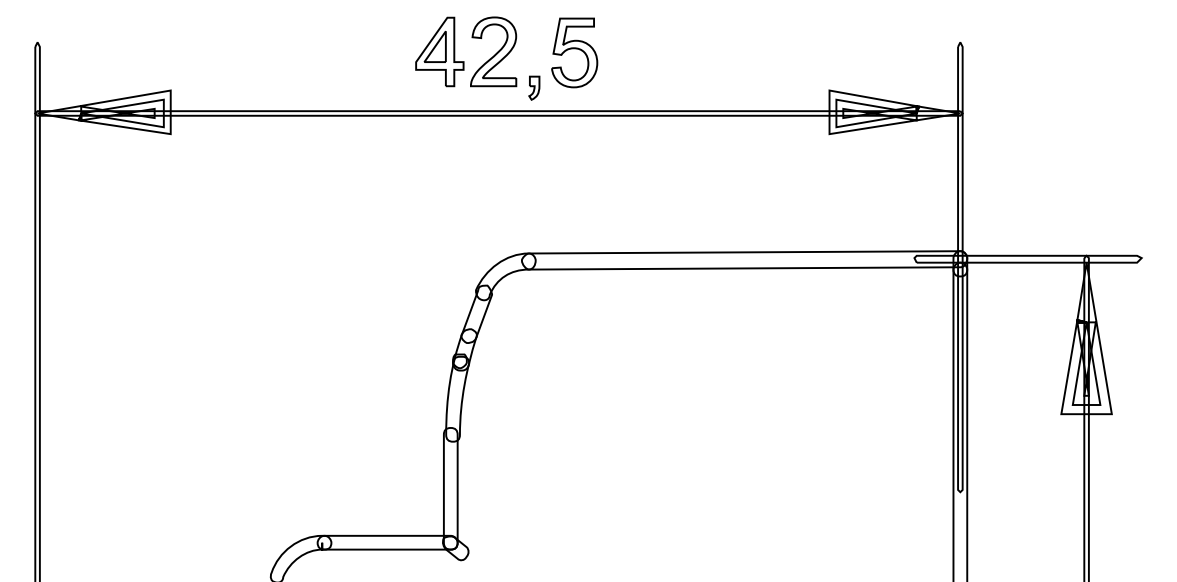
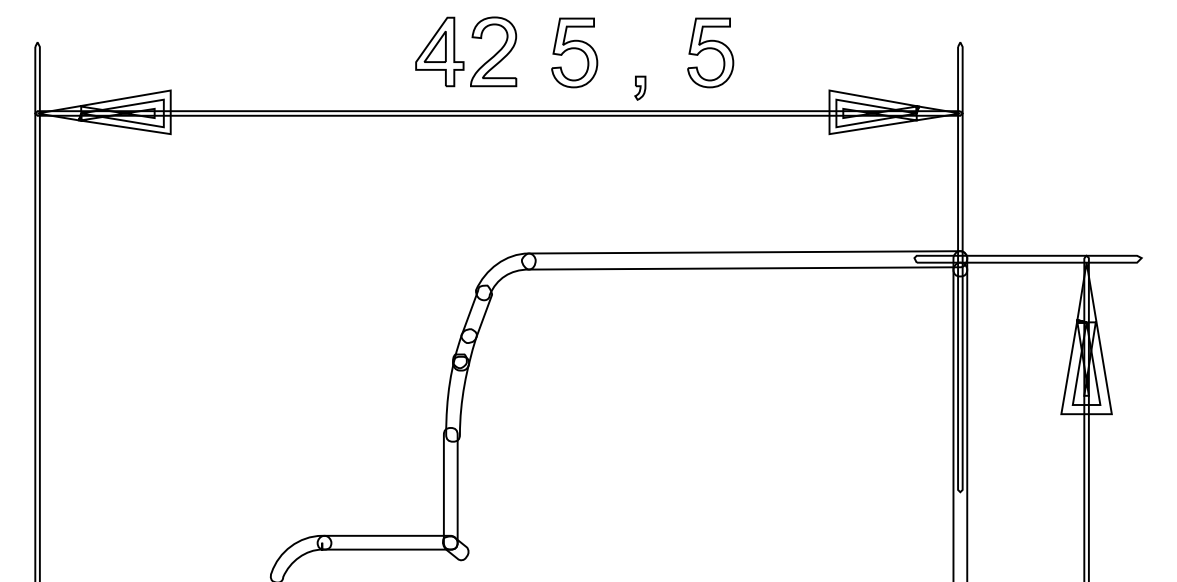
part at (710, 52): none -> present
part at (534, 87) position: (534, 87) -> (640, 87)
